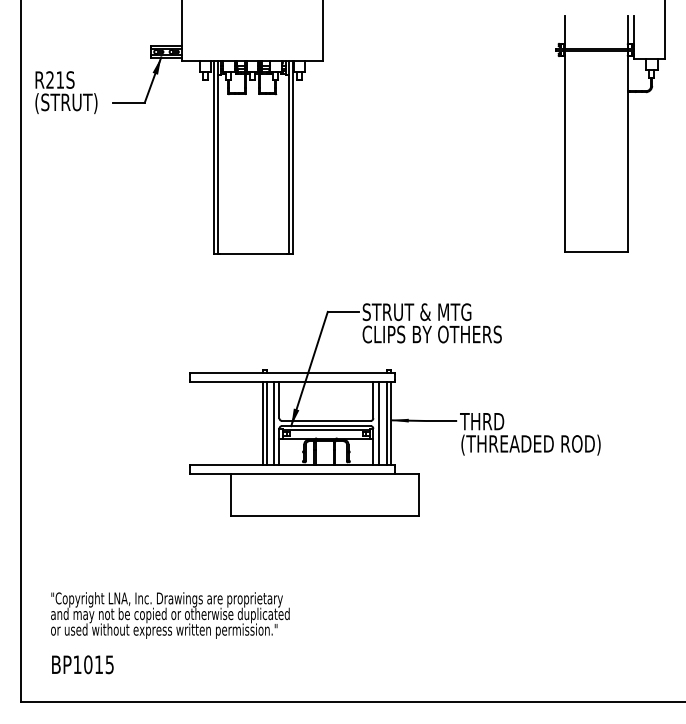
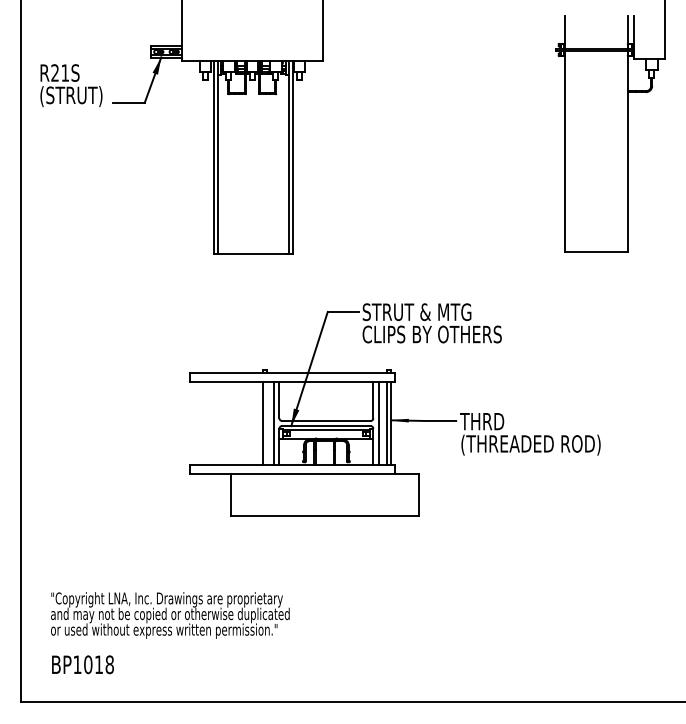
text at (66, 92) position: (66, 92) -> (71, 85)
line at (267, 423): present -> none
text at (109, 664): BP1015 -> BP1018
